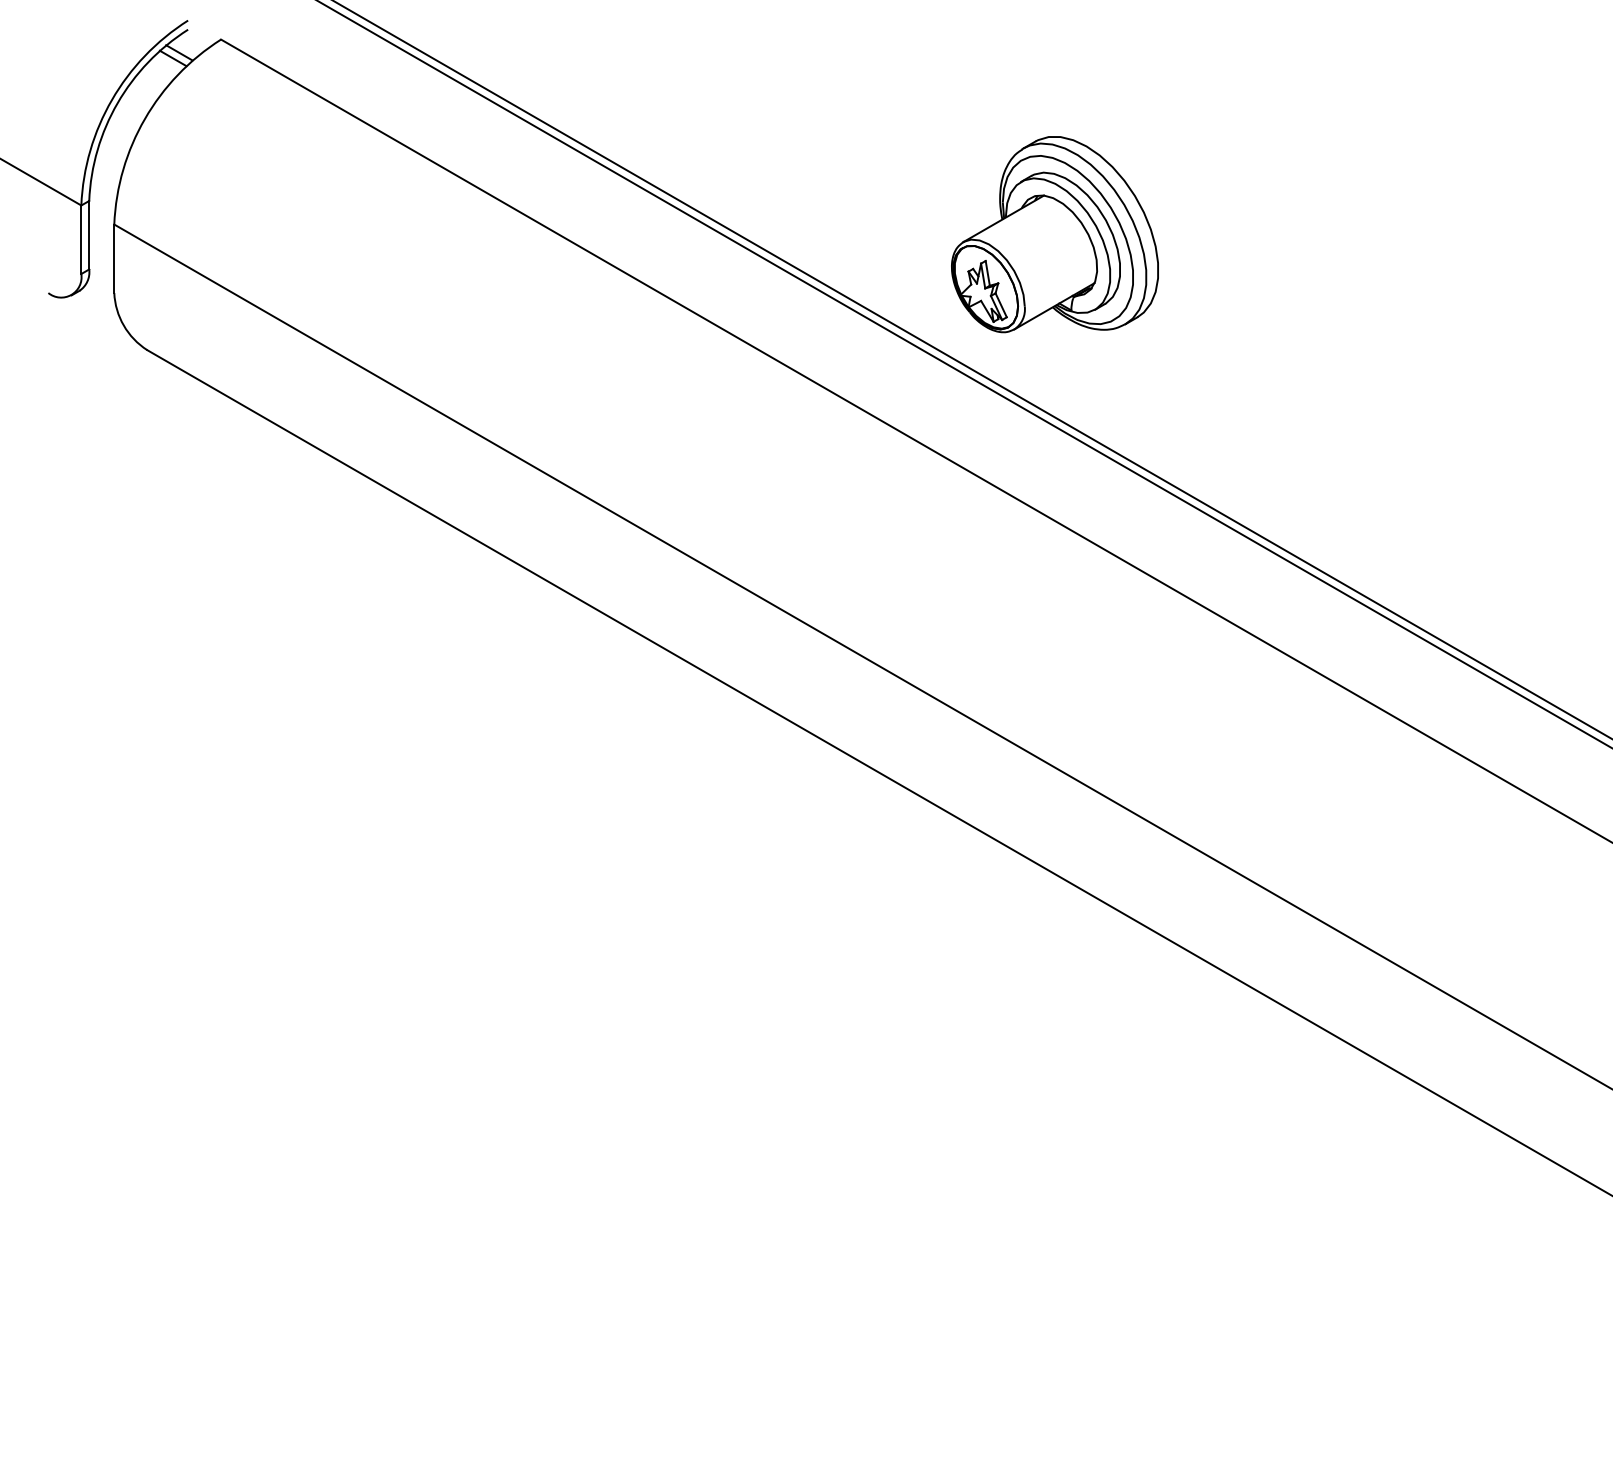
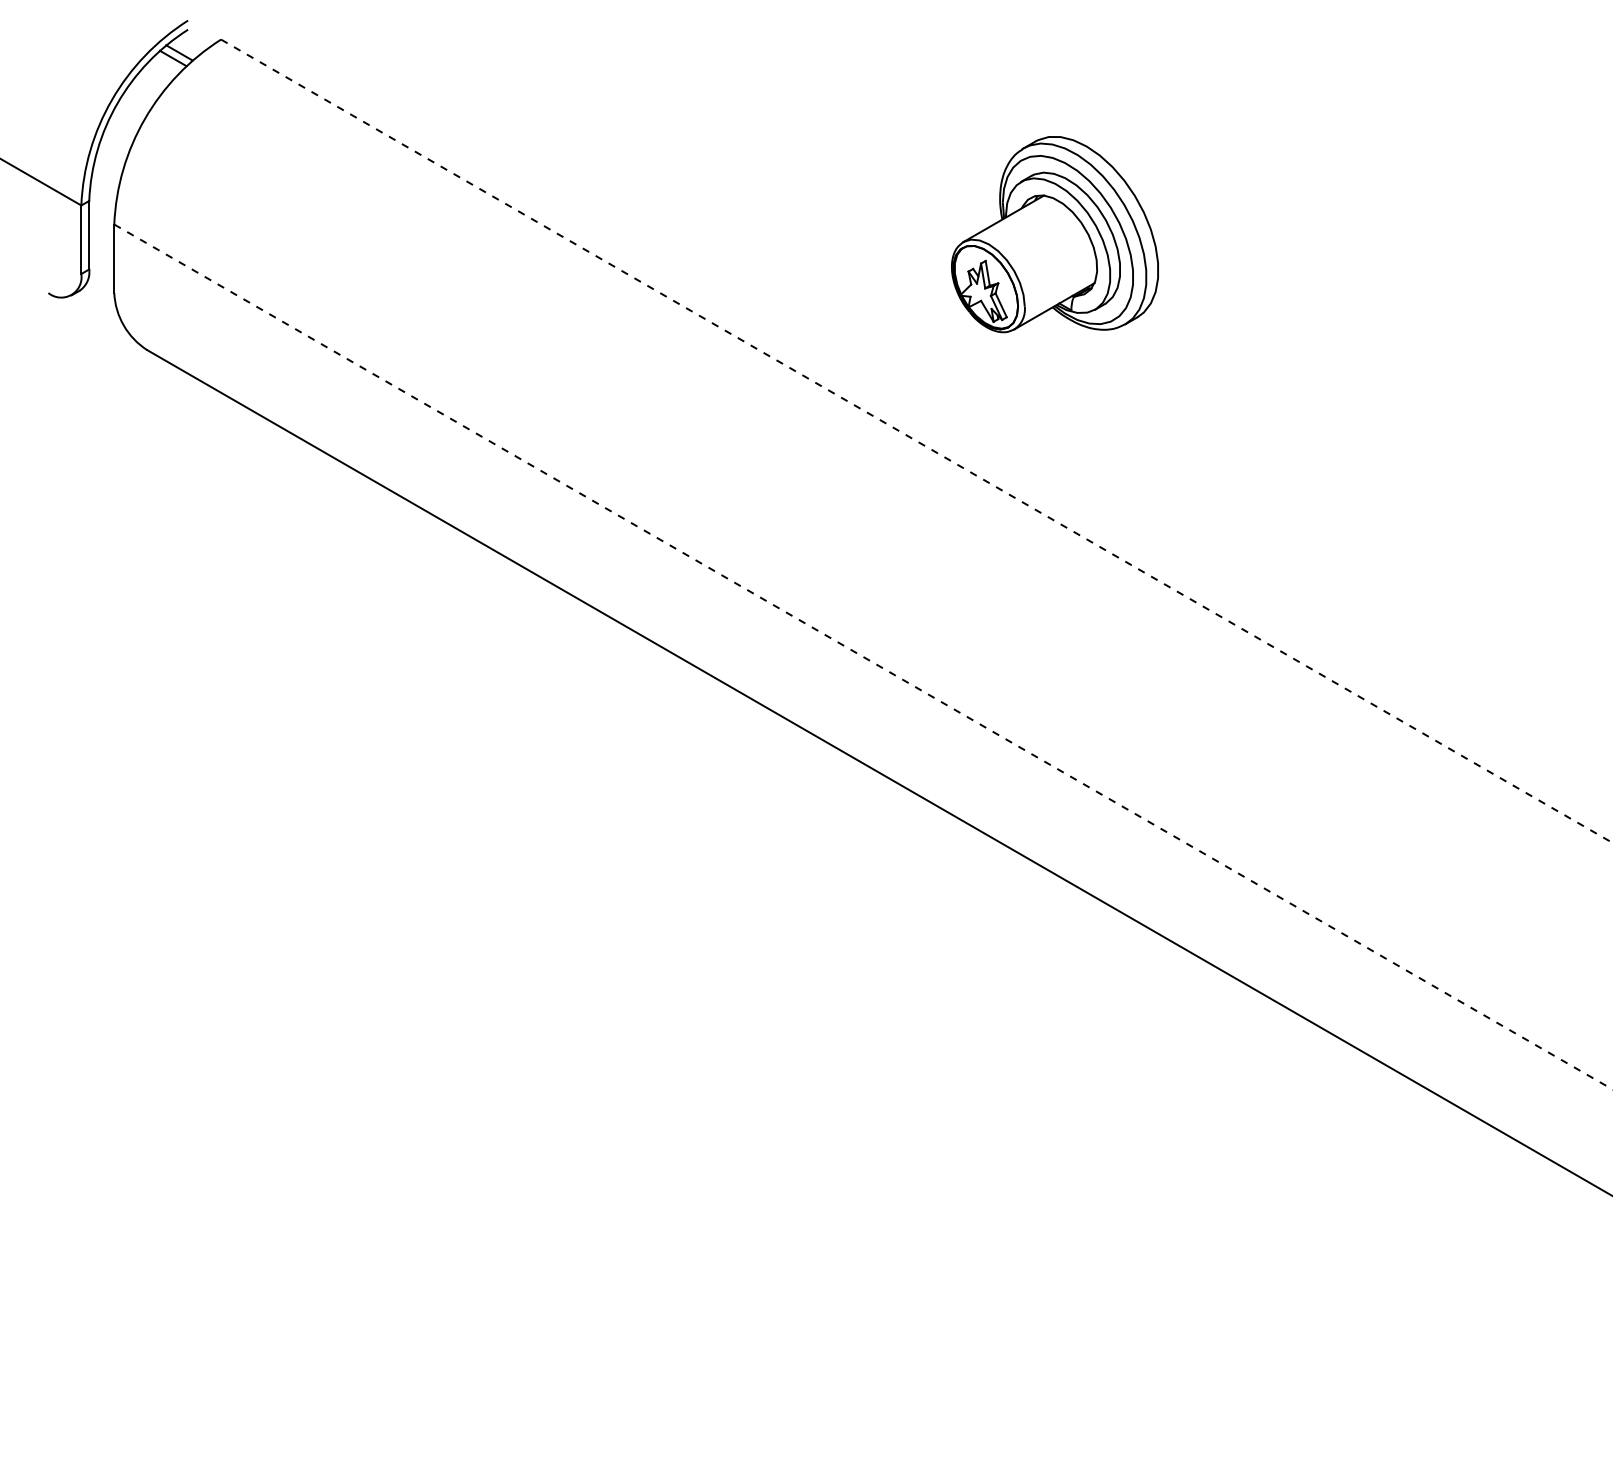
line at (972, 369): present -> none
line at (964, 374): present -> none
line at (917, 441): solid -> dashed
line at (864, 657): solid -> dashed
